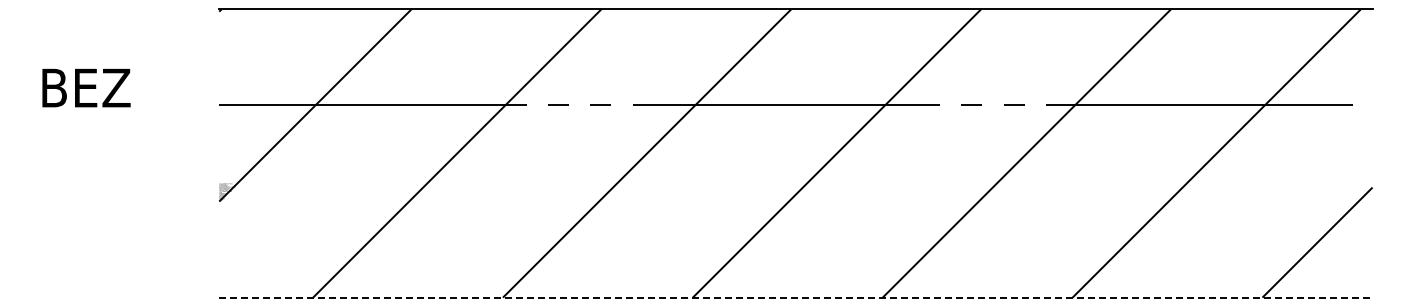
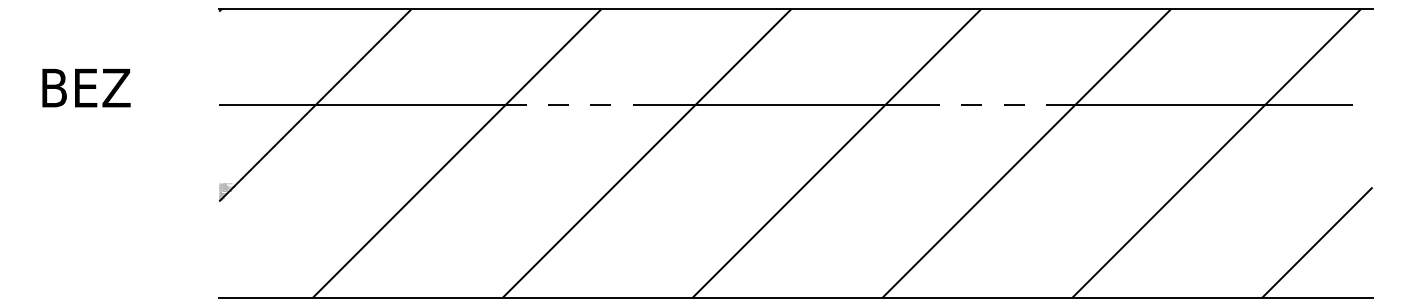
line at (795, 297): dashed -> solid
